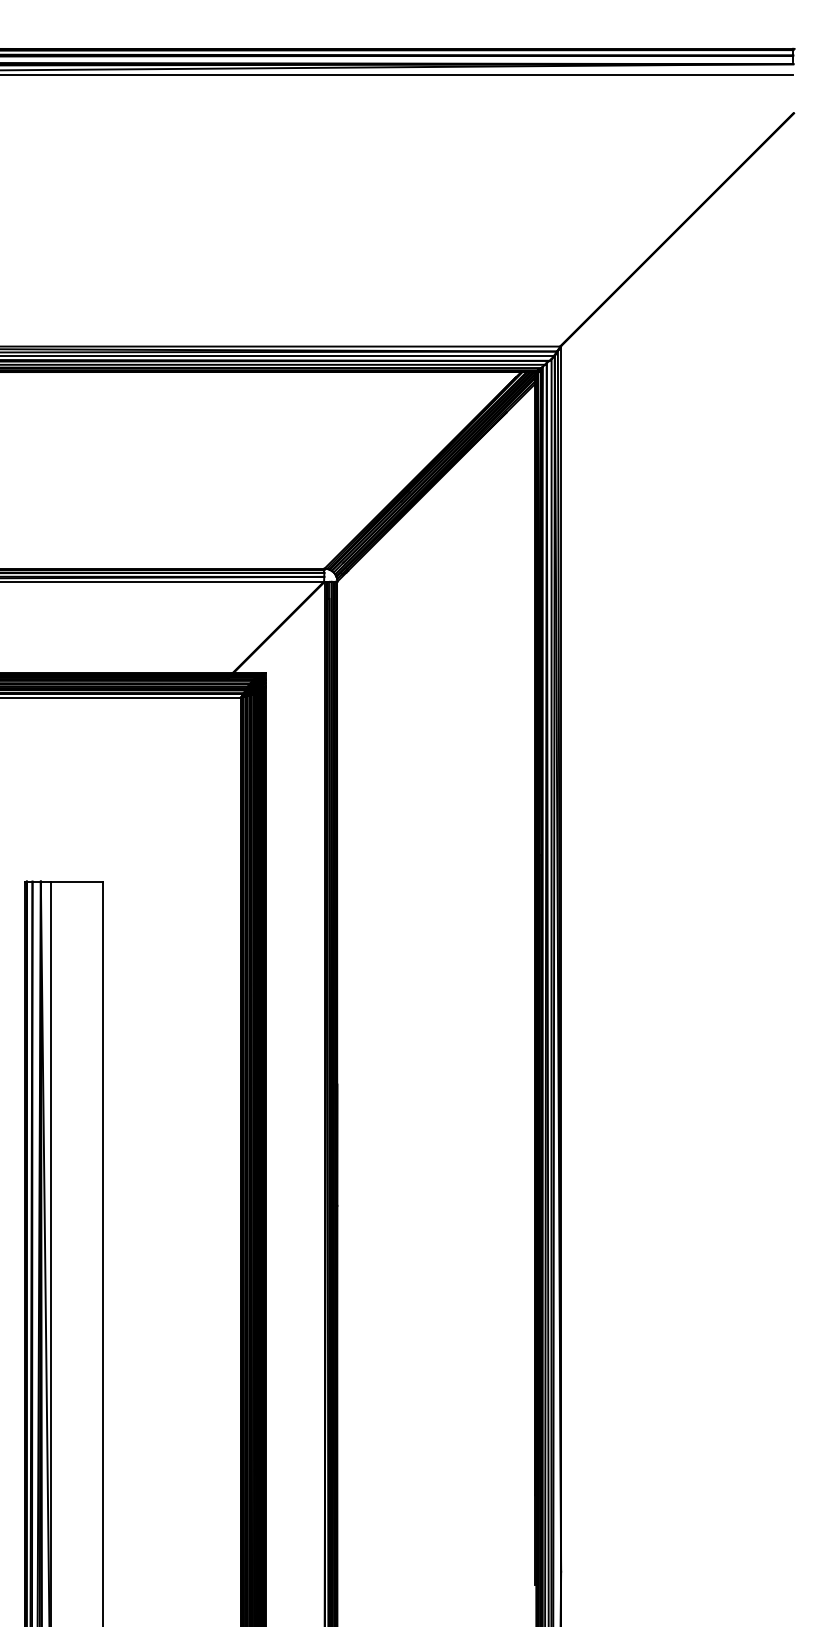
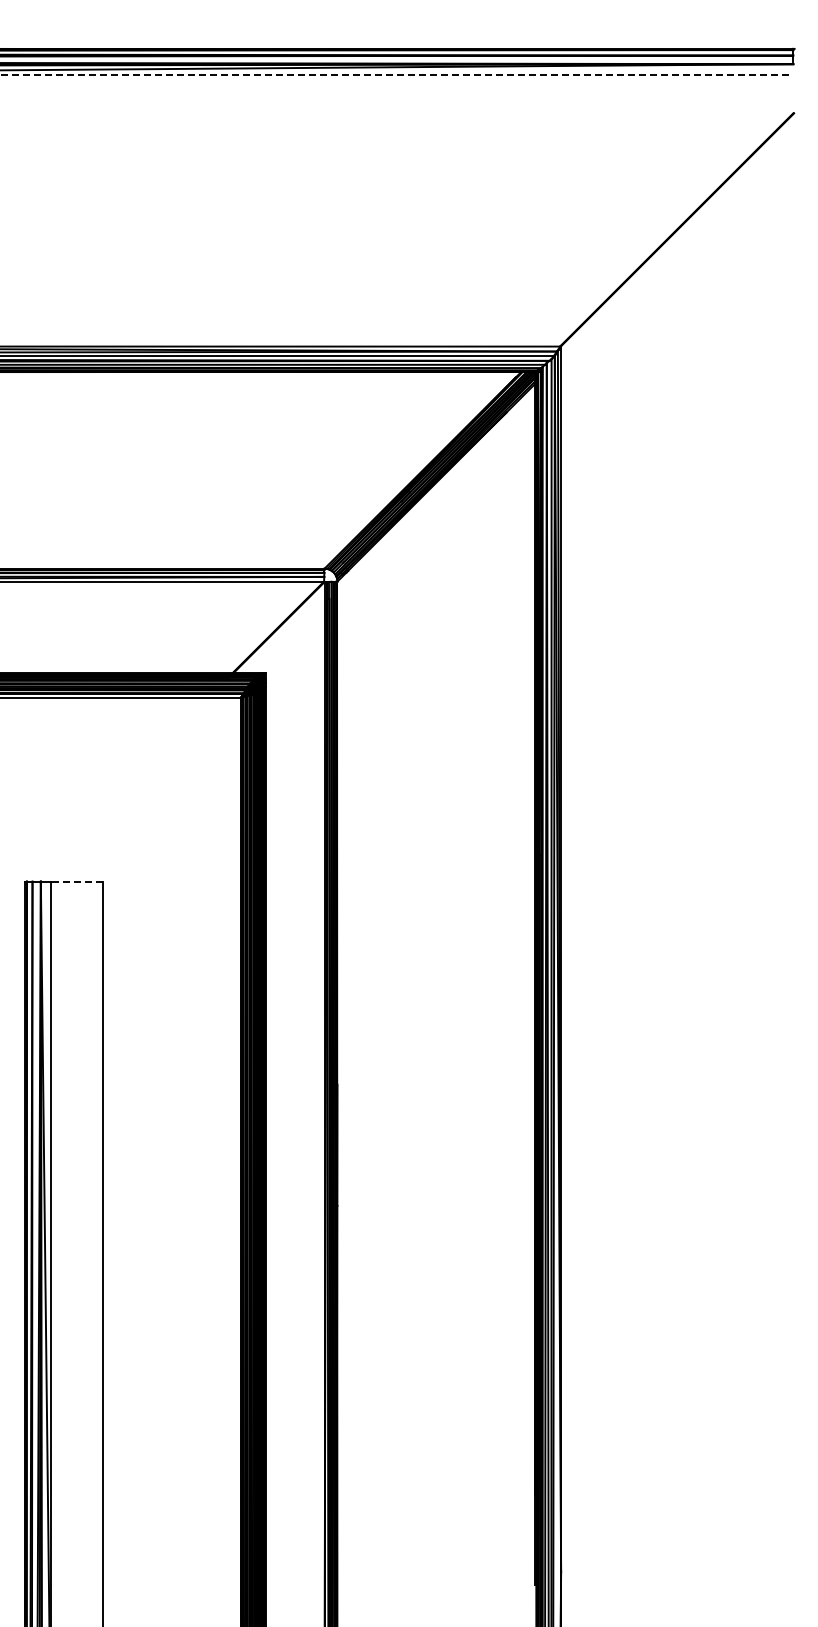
line at (397, 74): solid -> dashed
line at (76, 881): solid -> dashed
